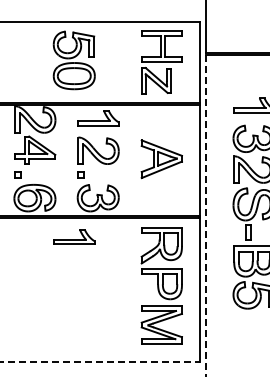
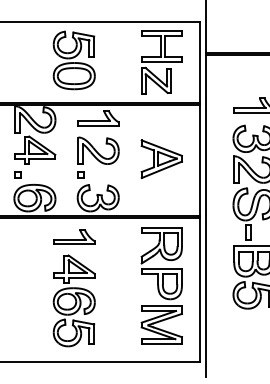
line at (206, 215): dashed -> solid
part at (73, 300): none -> present
line at (100, 361): dashed -> solid
